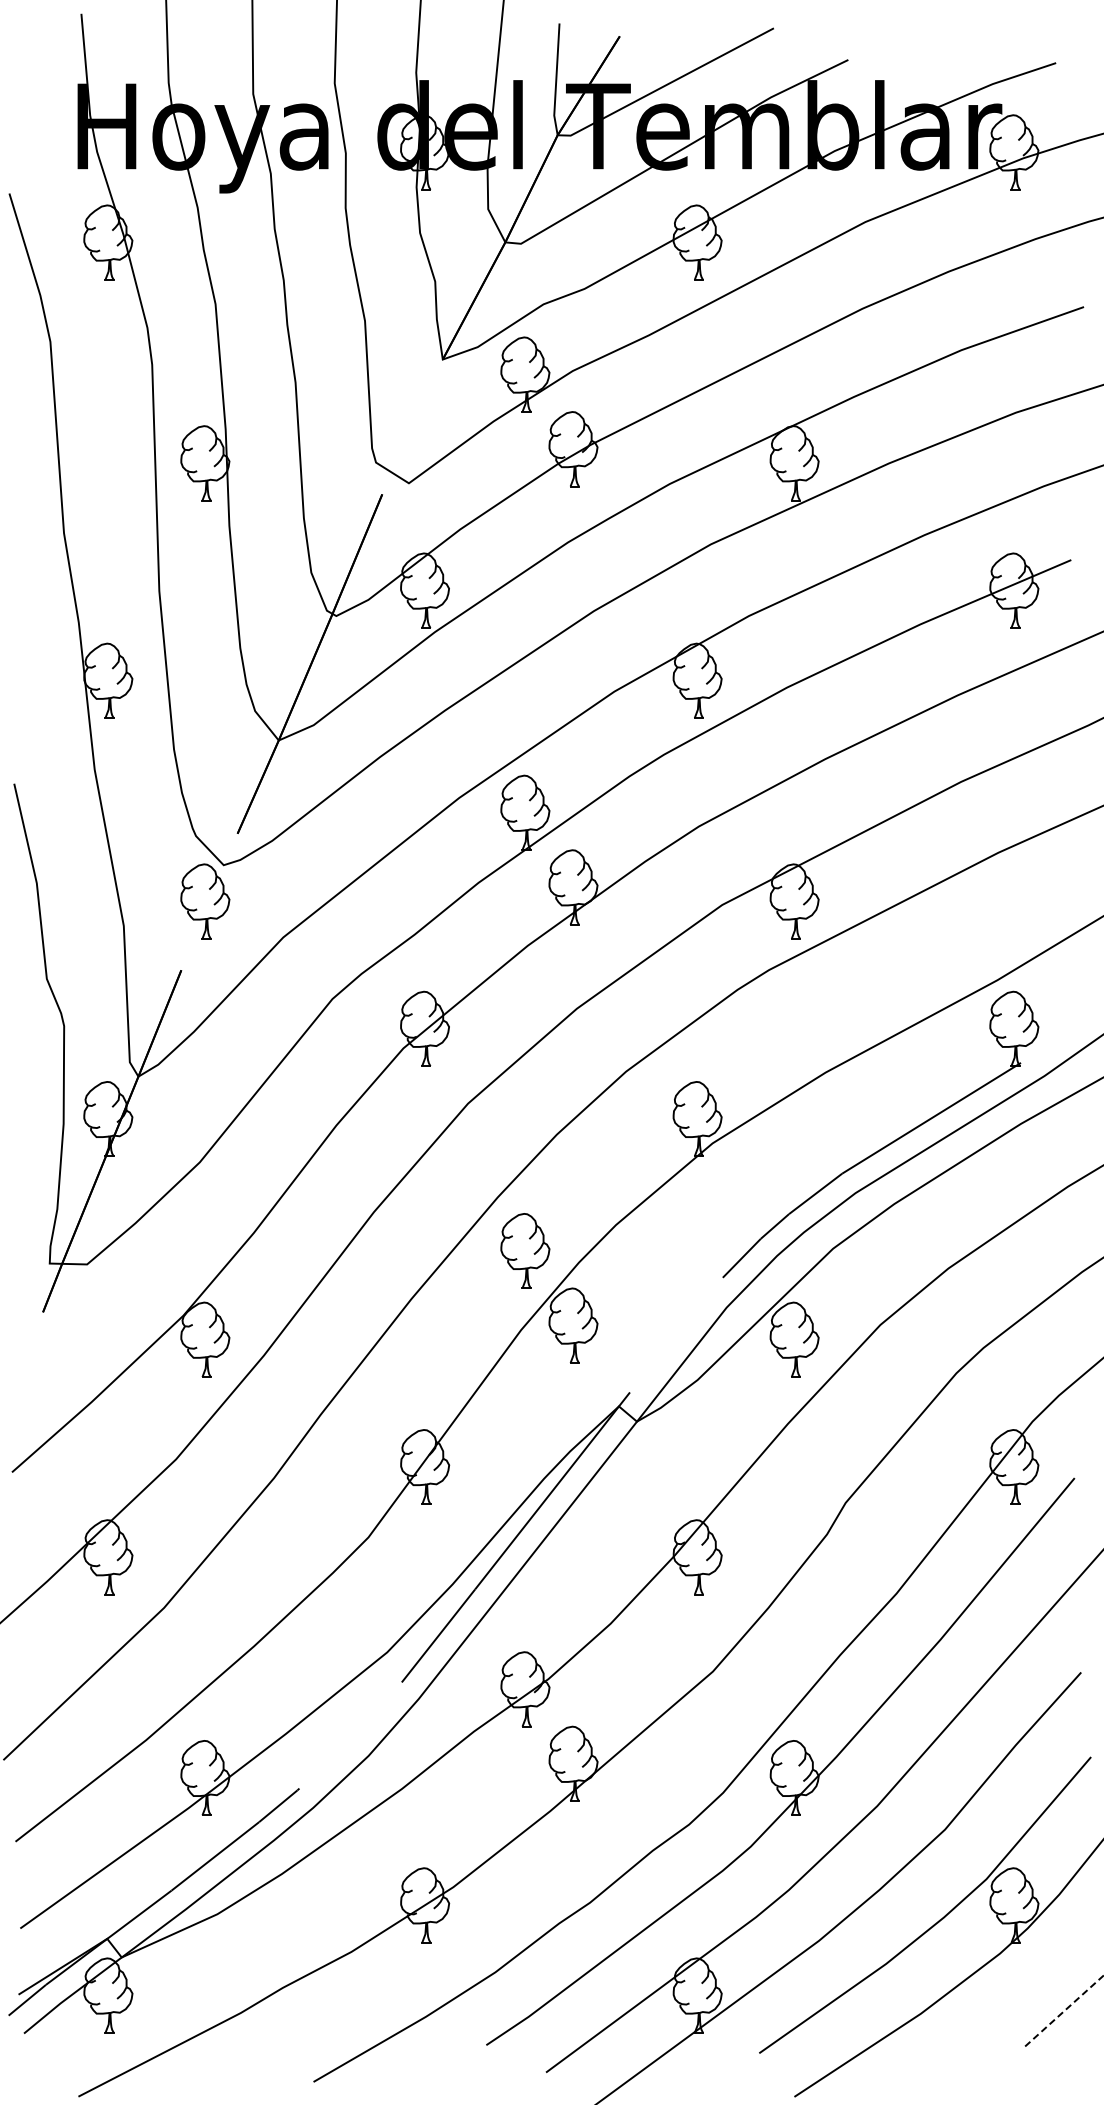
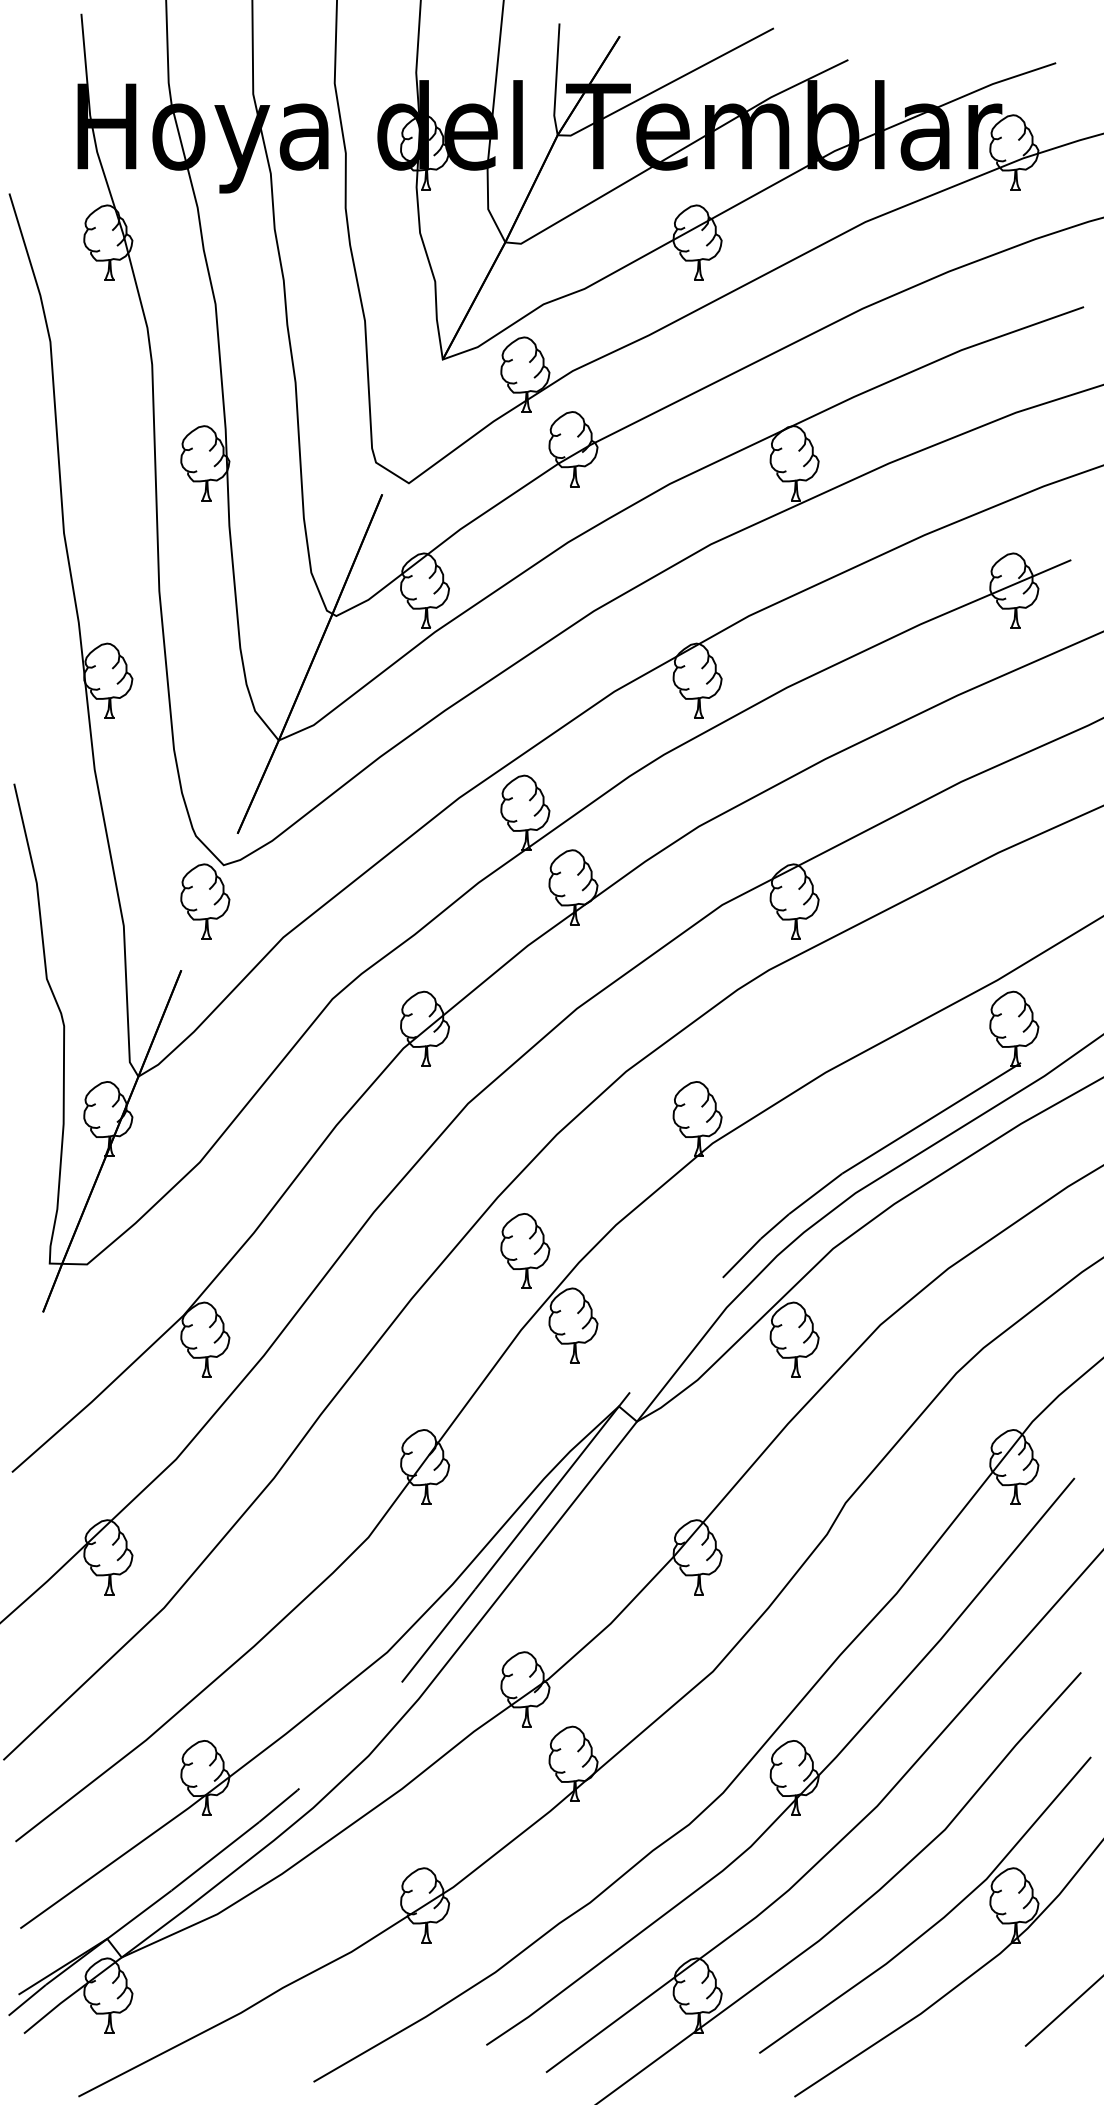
line at (1064, 2011): dashed -> solid
